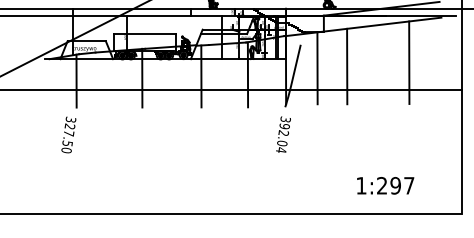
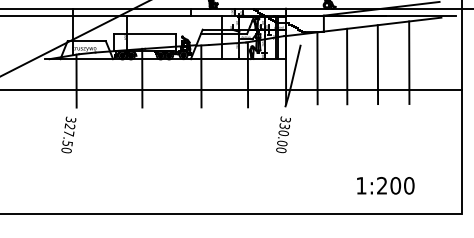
line at (377, 64): none -> present
text at (282, 138): 392.04 -> 330.00
text at (402, 185): 1:297 -> 1:200
